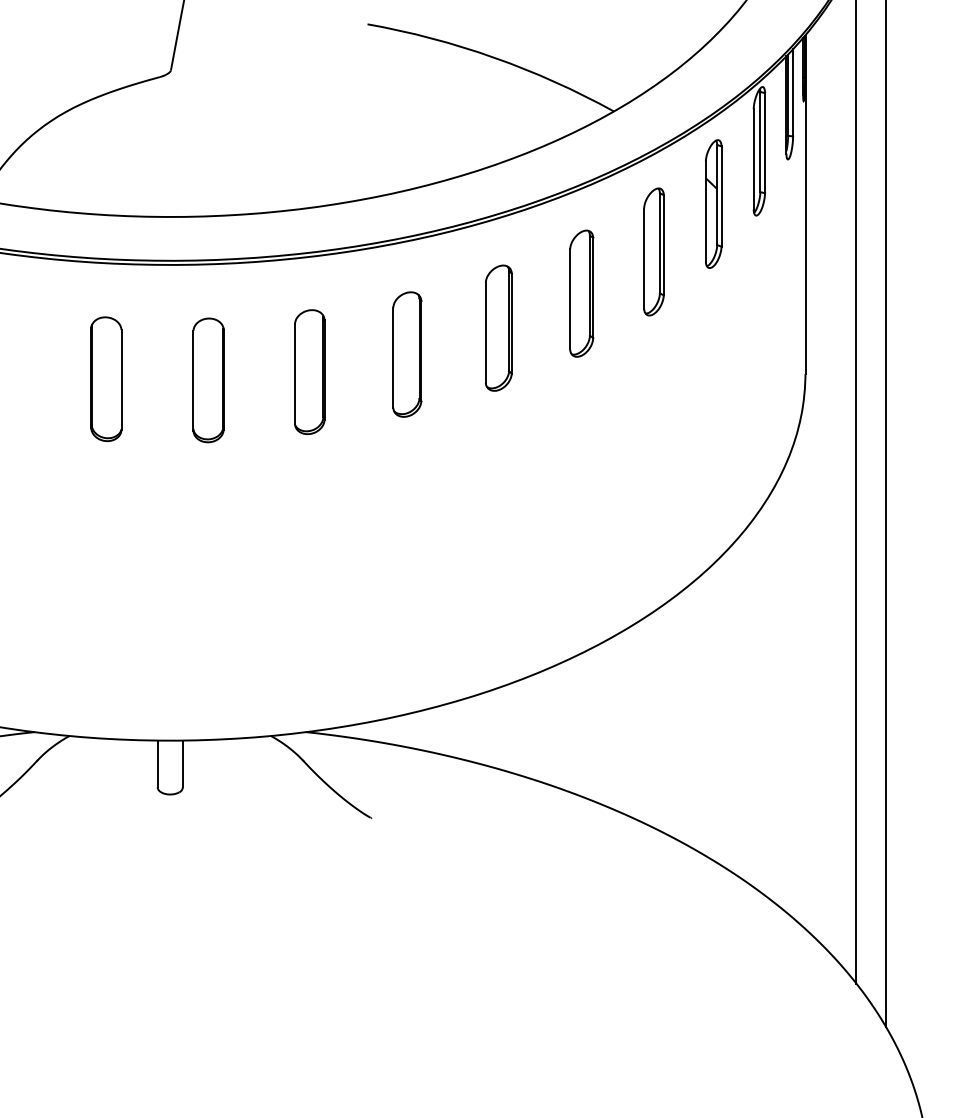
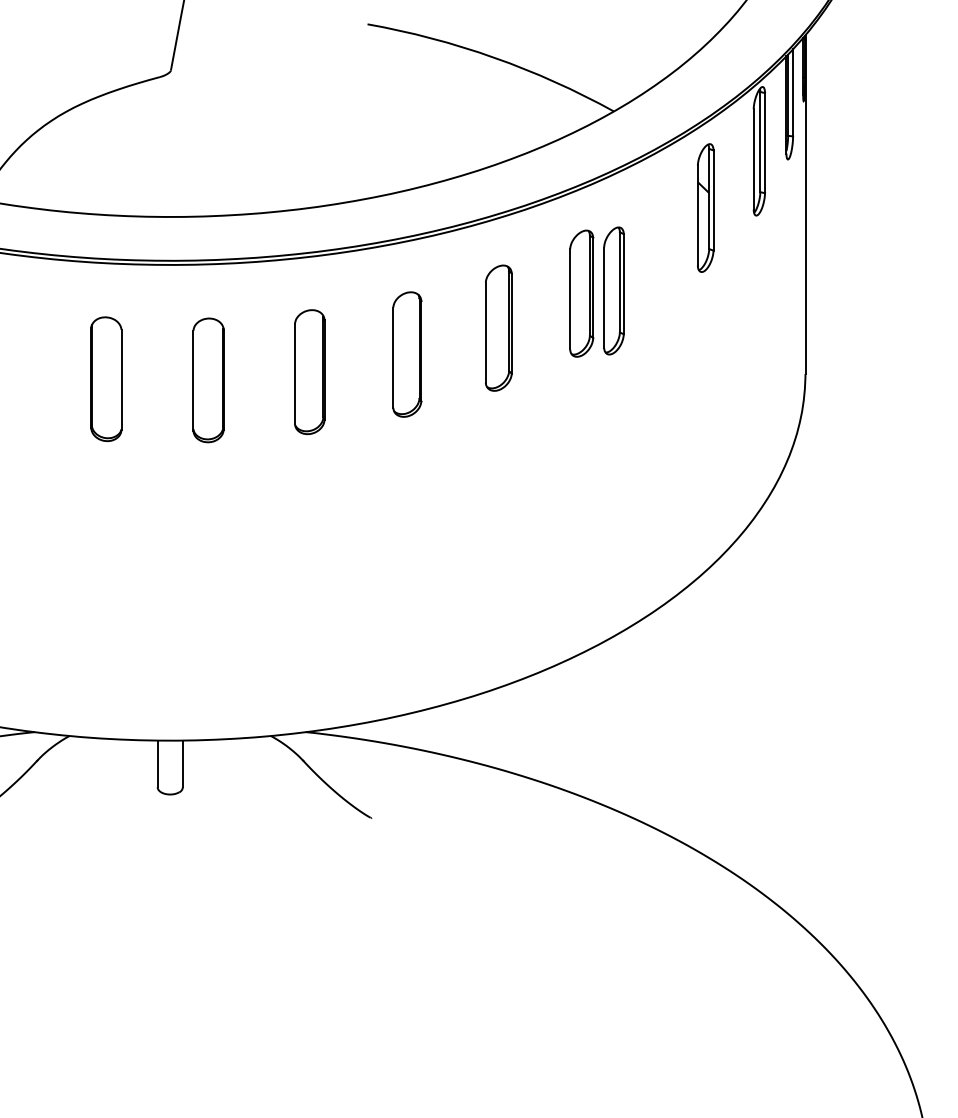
part at (713, 203) position: (713, 203) -> (705, 207)
part at (653, 251) position: (653, 251) -> (613, 290)
line at (856, 492): present -> none
line at (885, 514): present -> none
